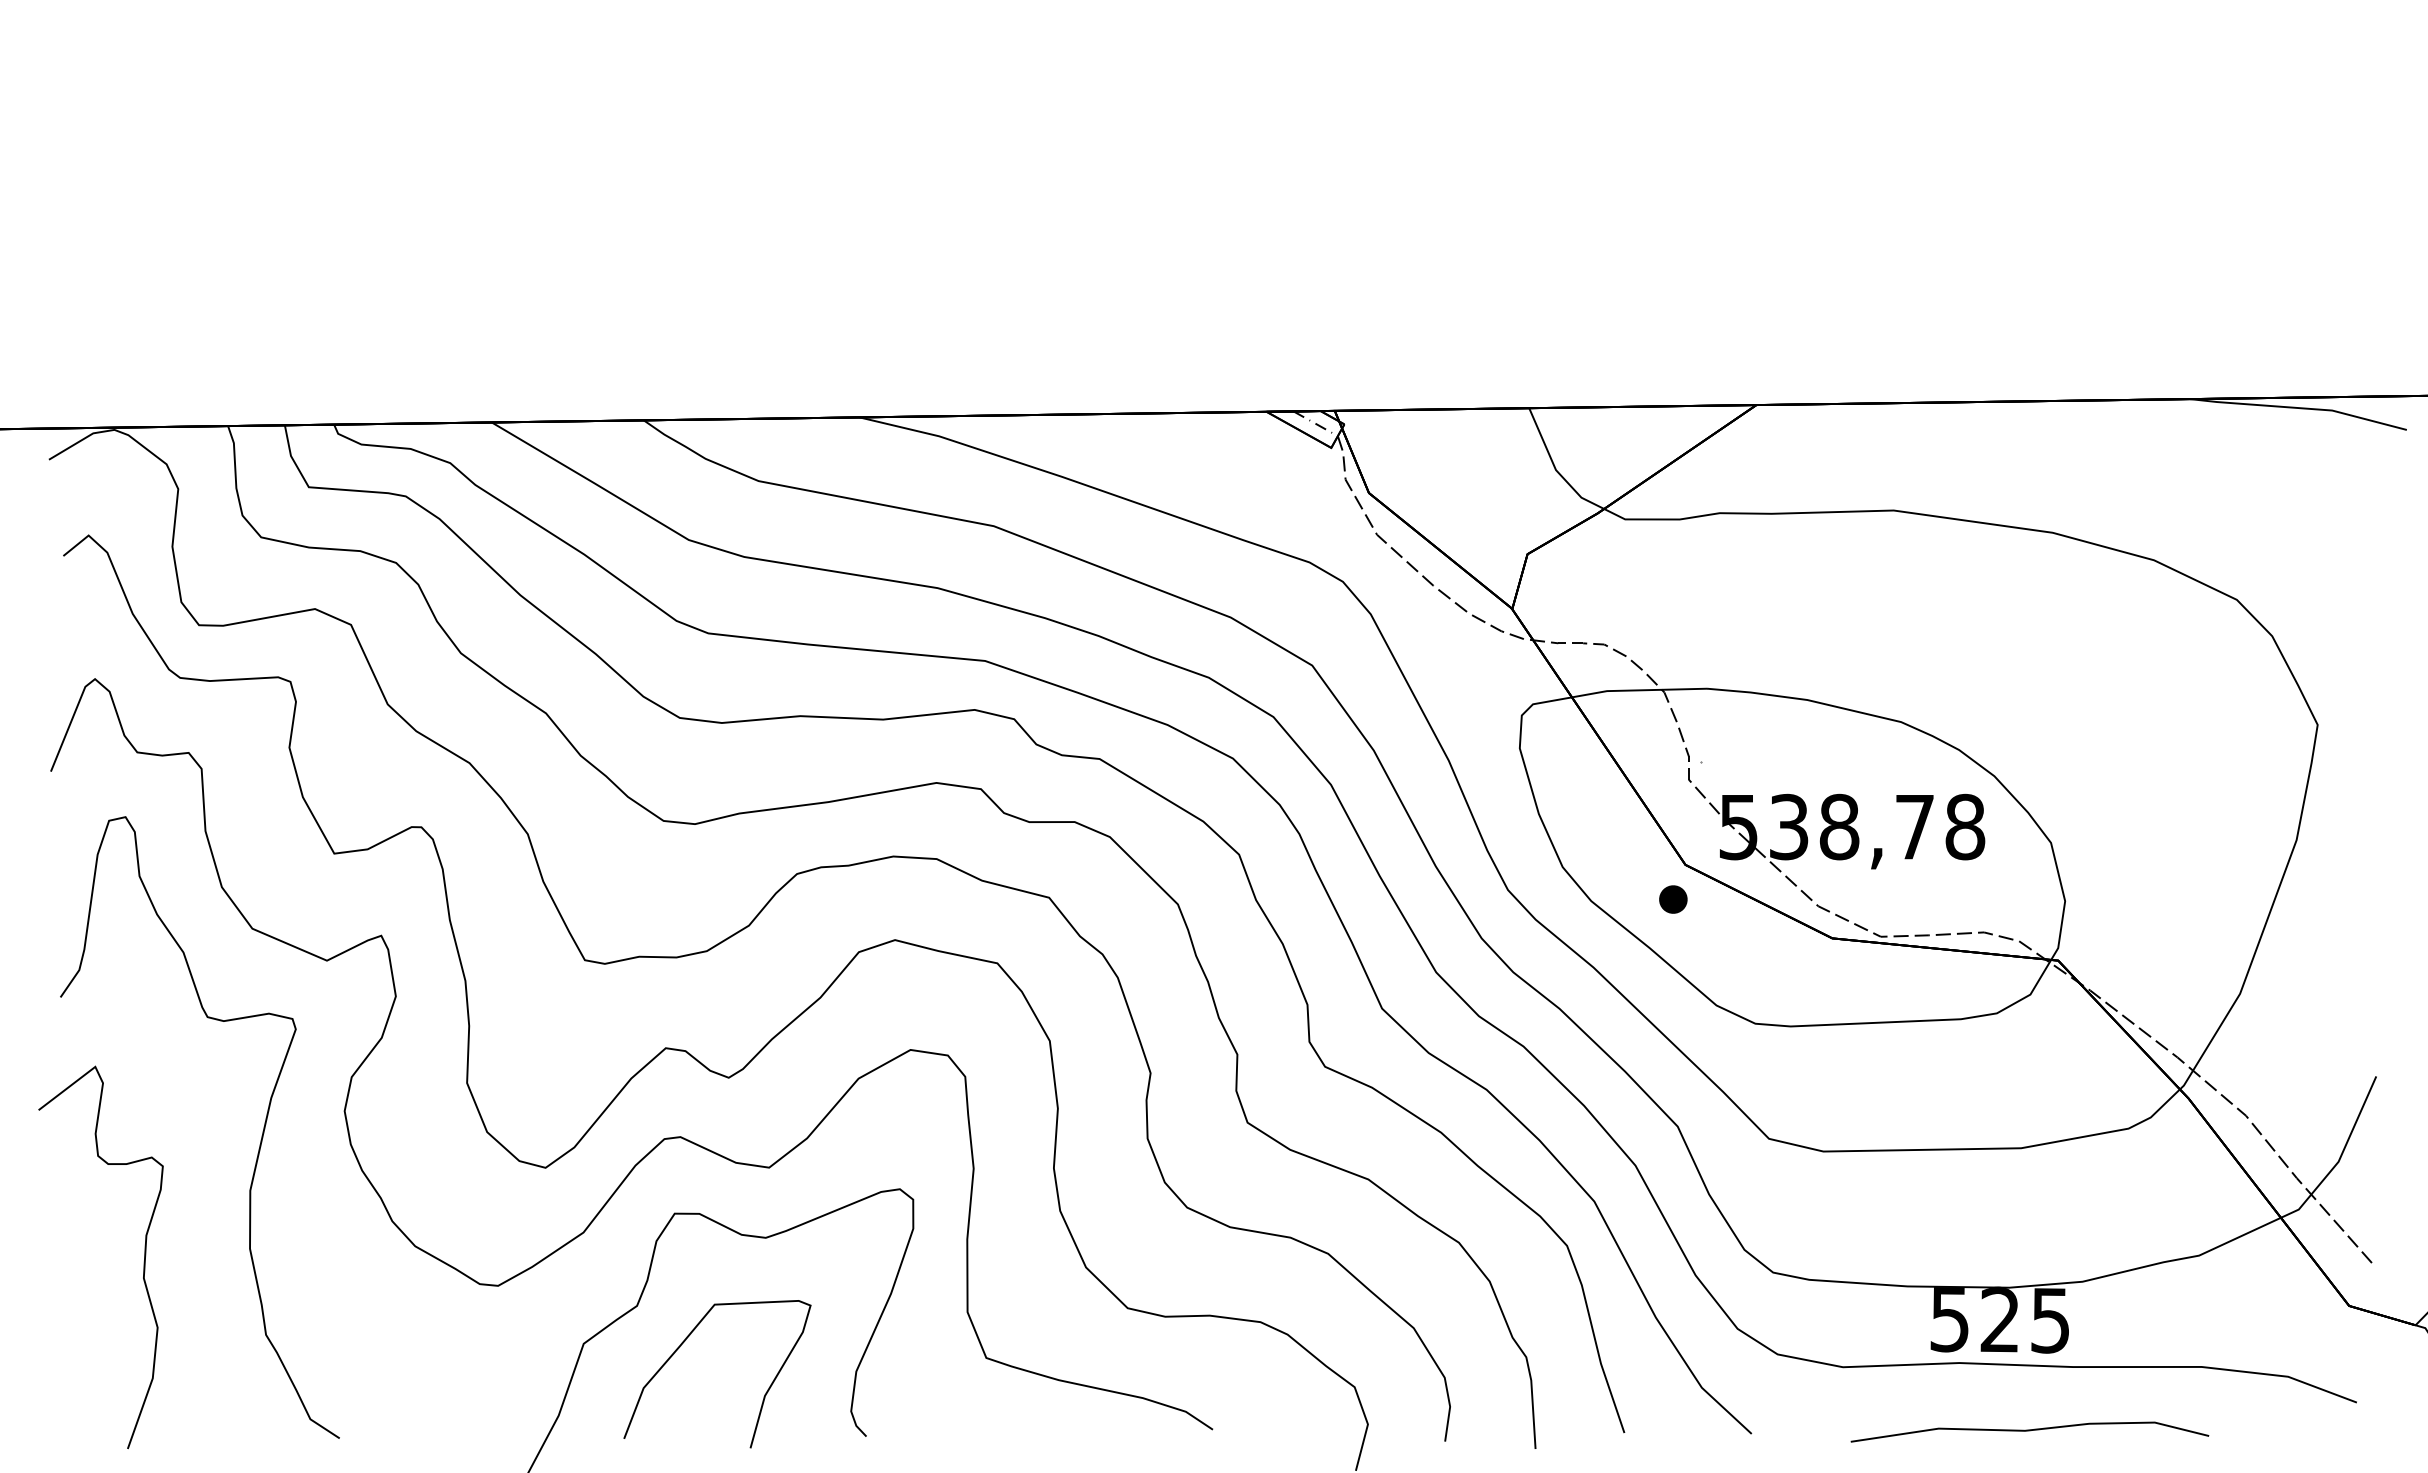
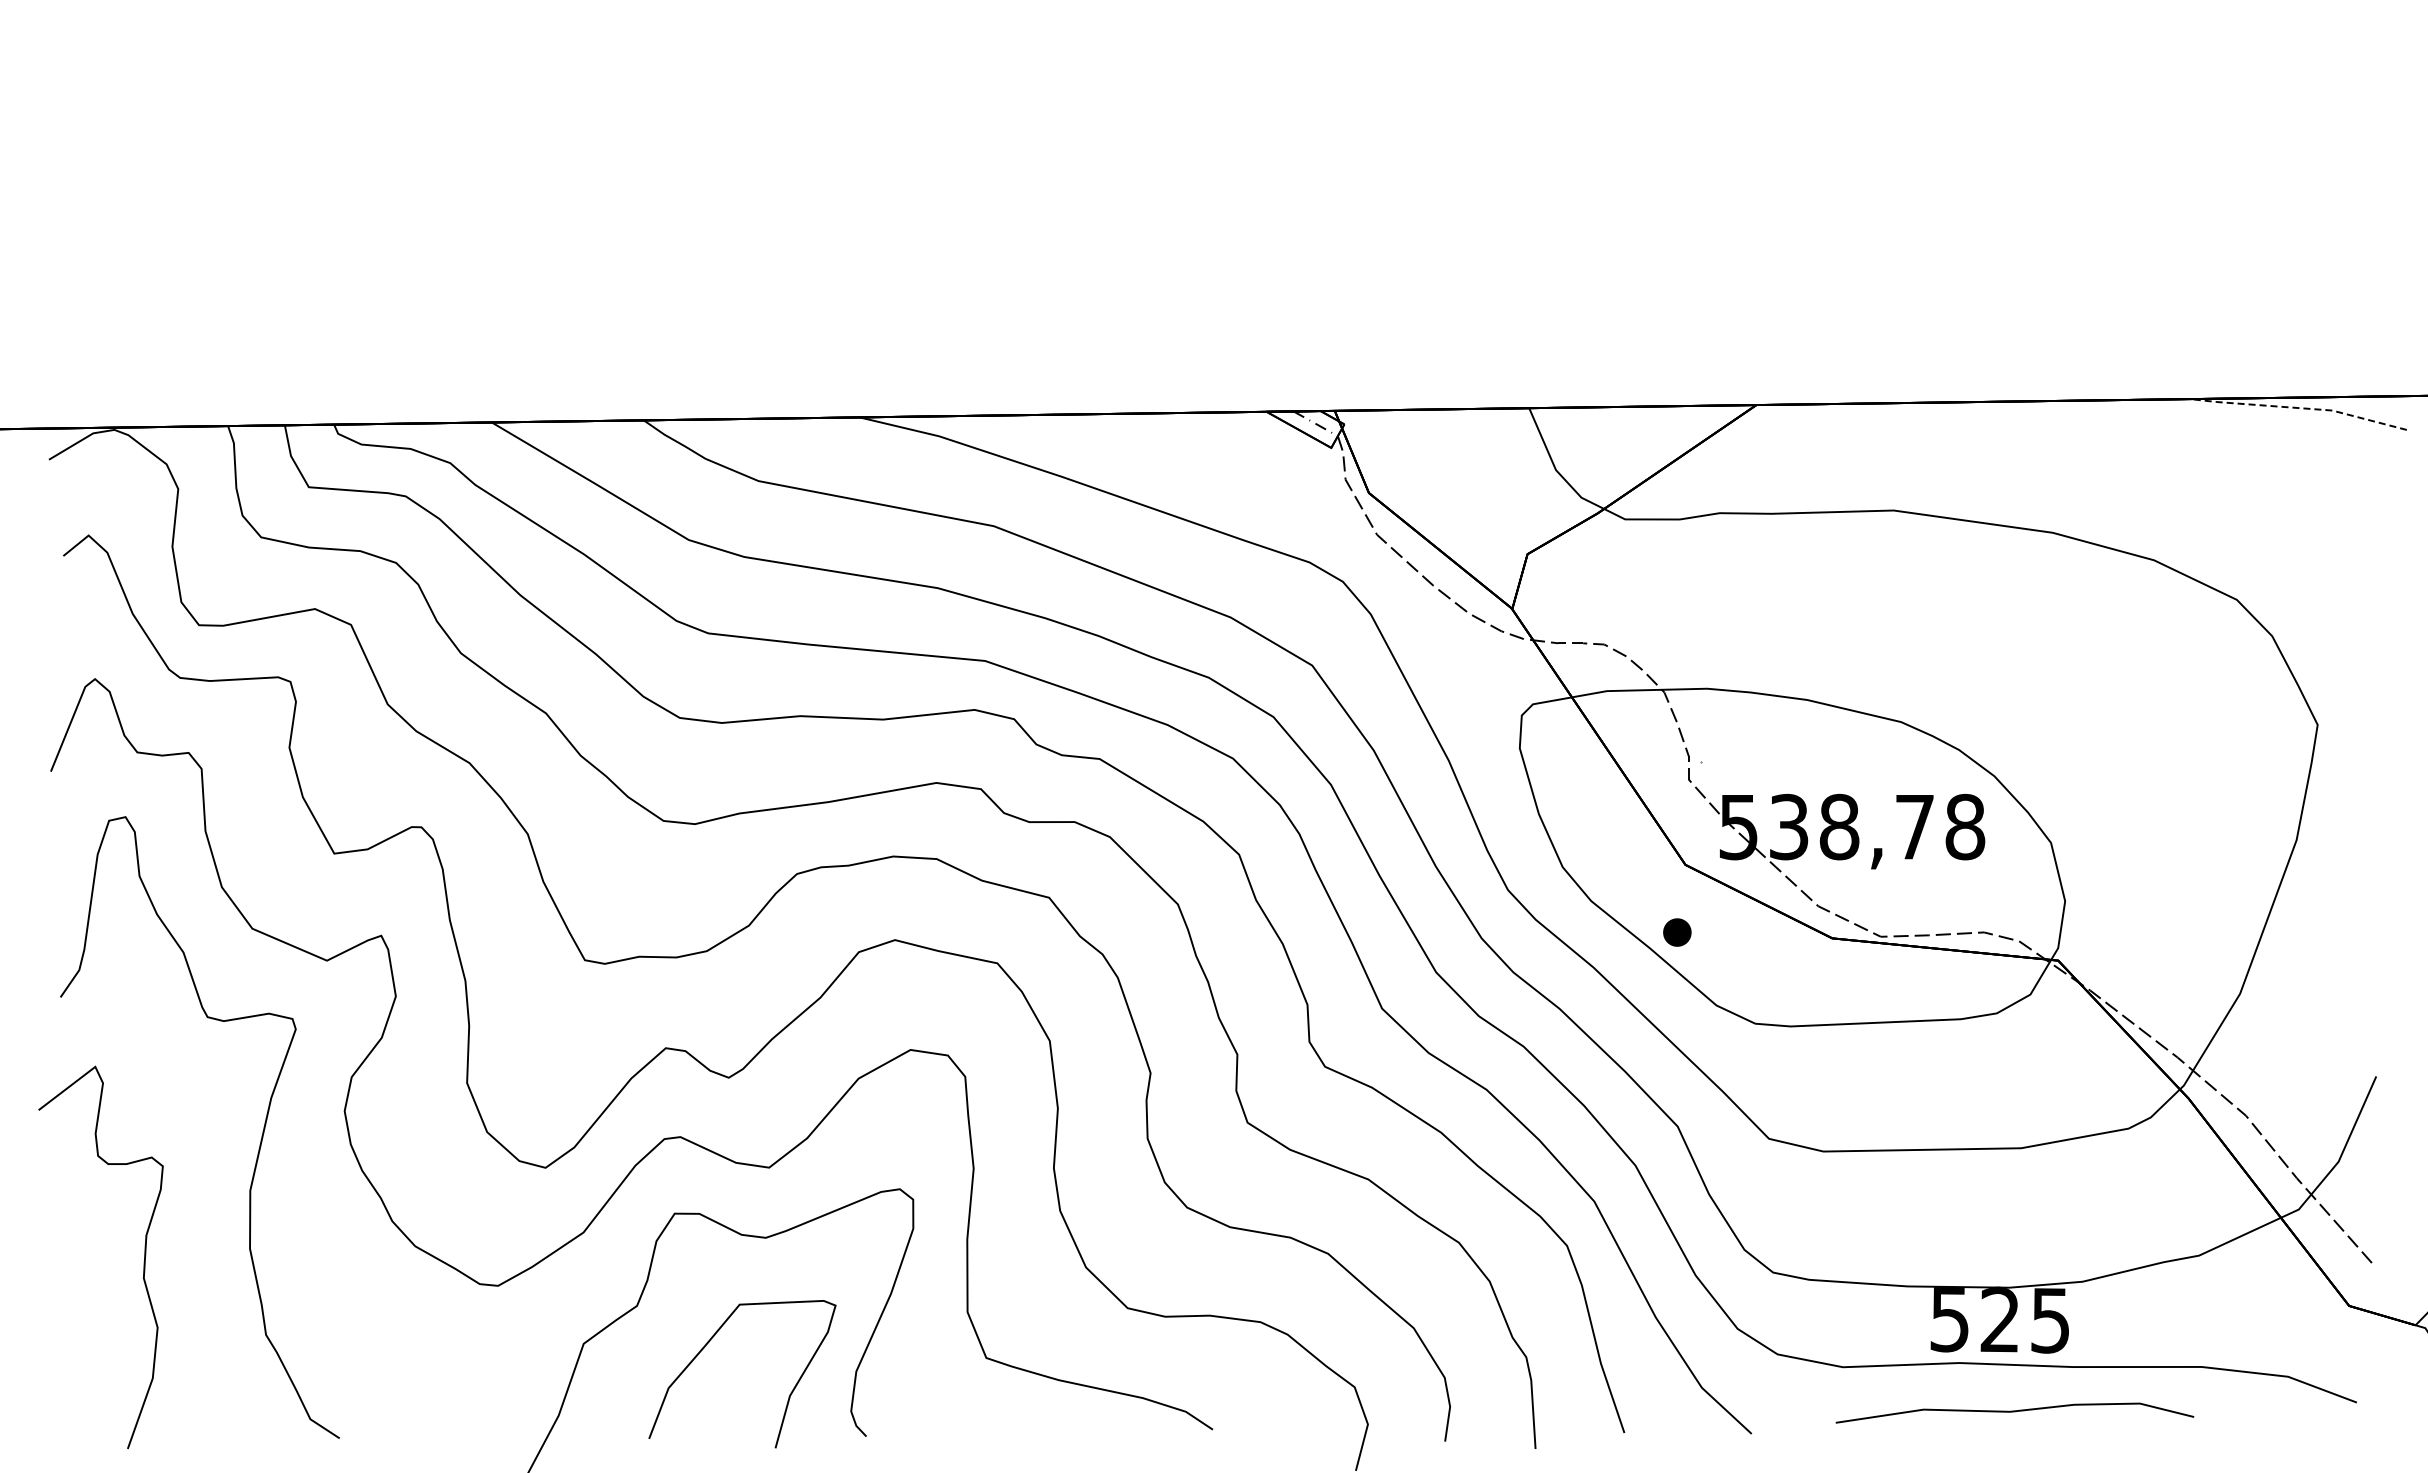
line at (2299, 408): solid -> dashed
part at (1673, 899) position: (1673, 899) -> (1677, 932)
curve at (680, 1347) position: (680, 1347) -> (705, 1347)
curve at (2029, 1431) position: (2029, 1431) -> (2014, 1412)
